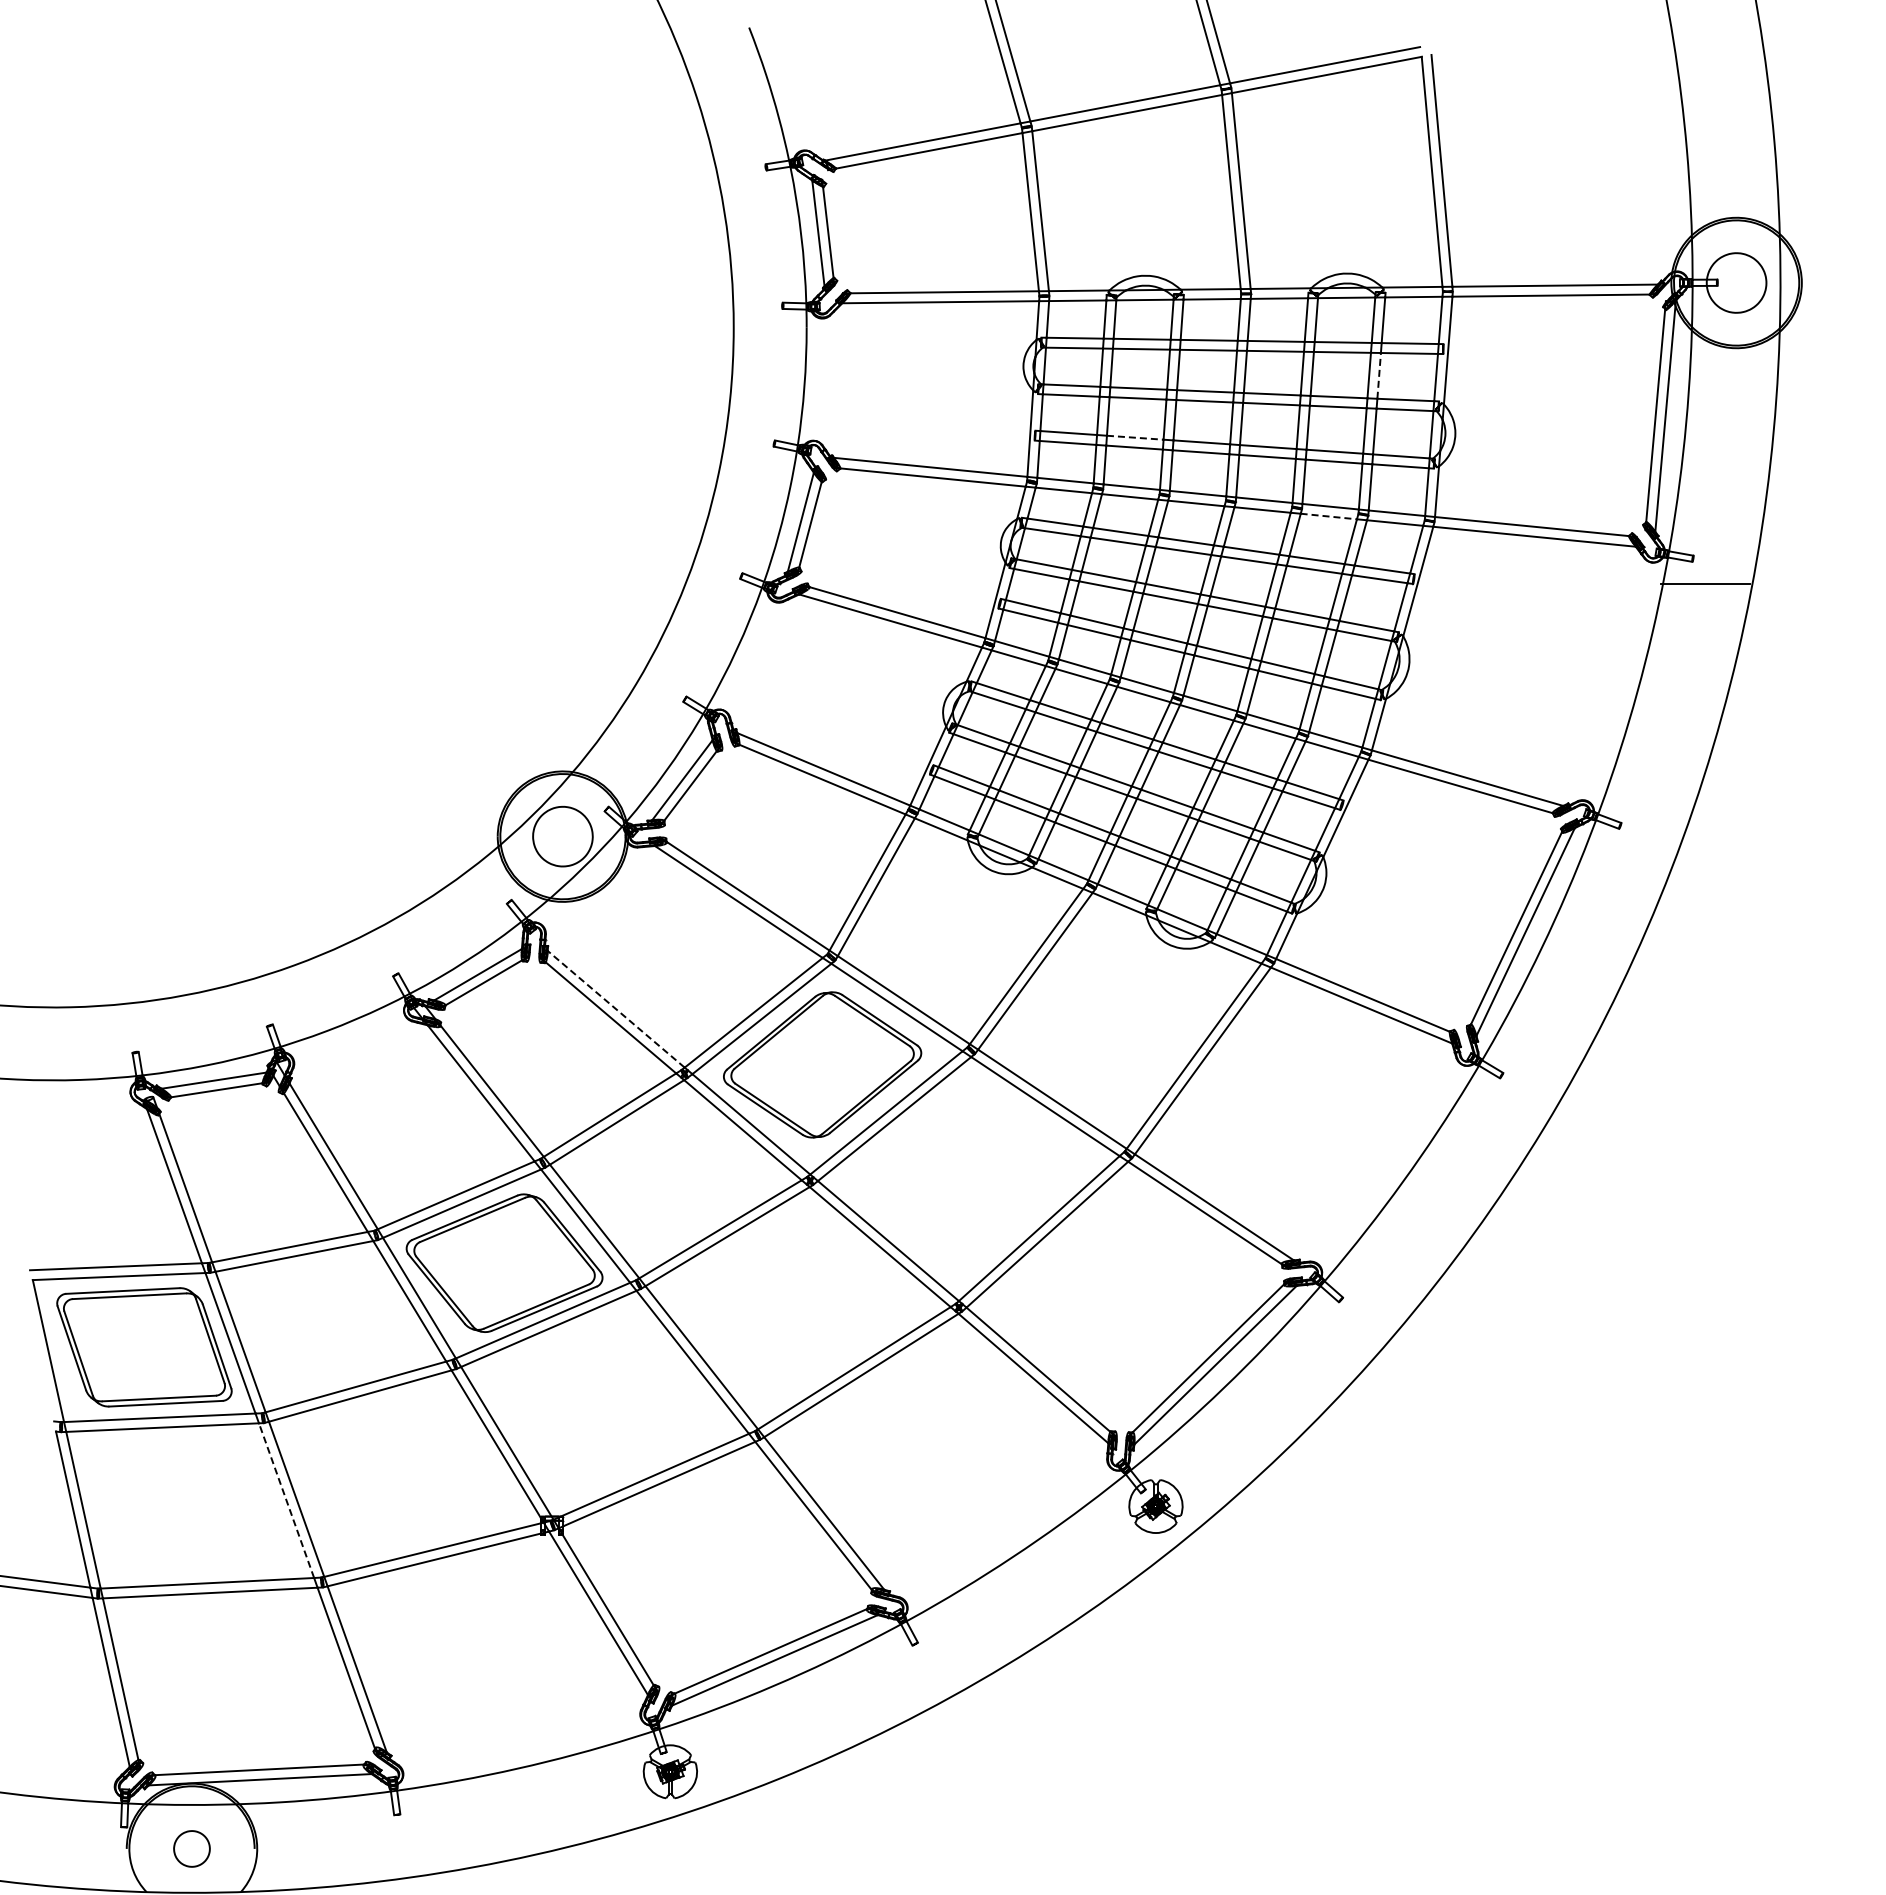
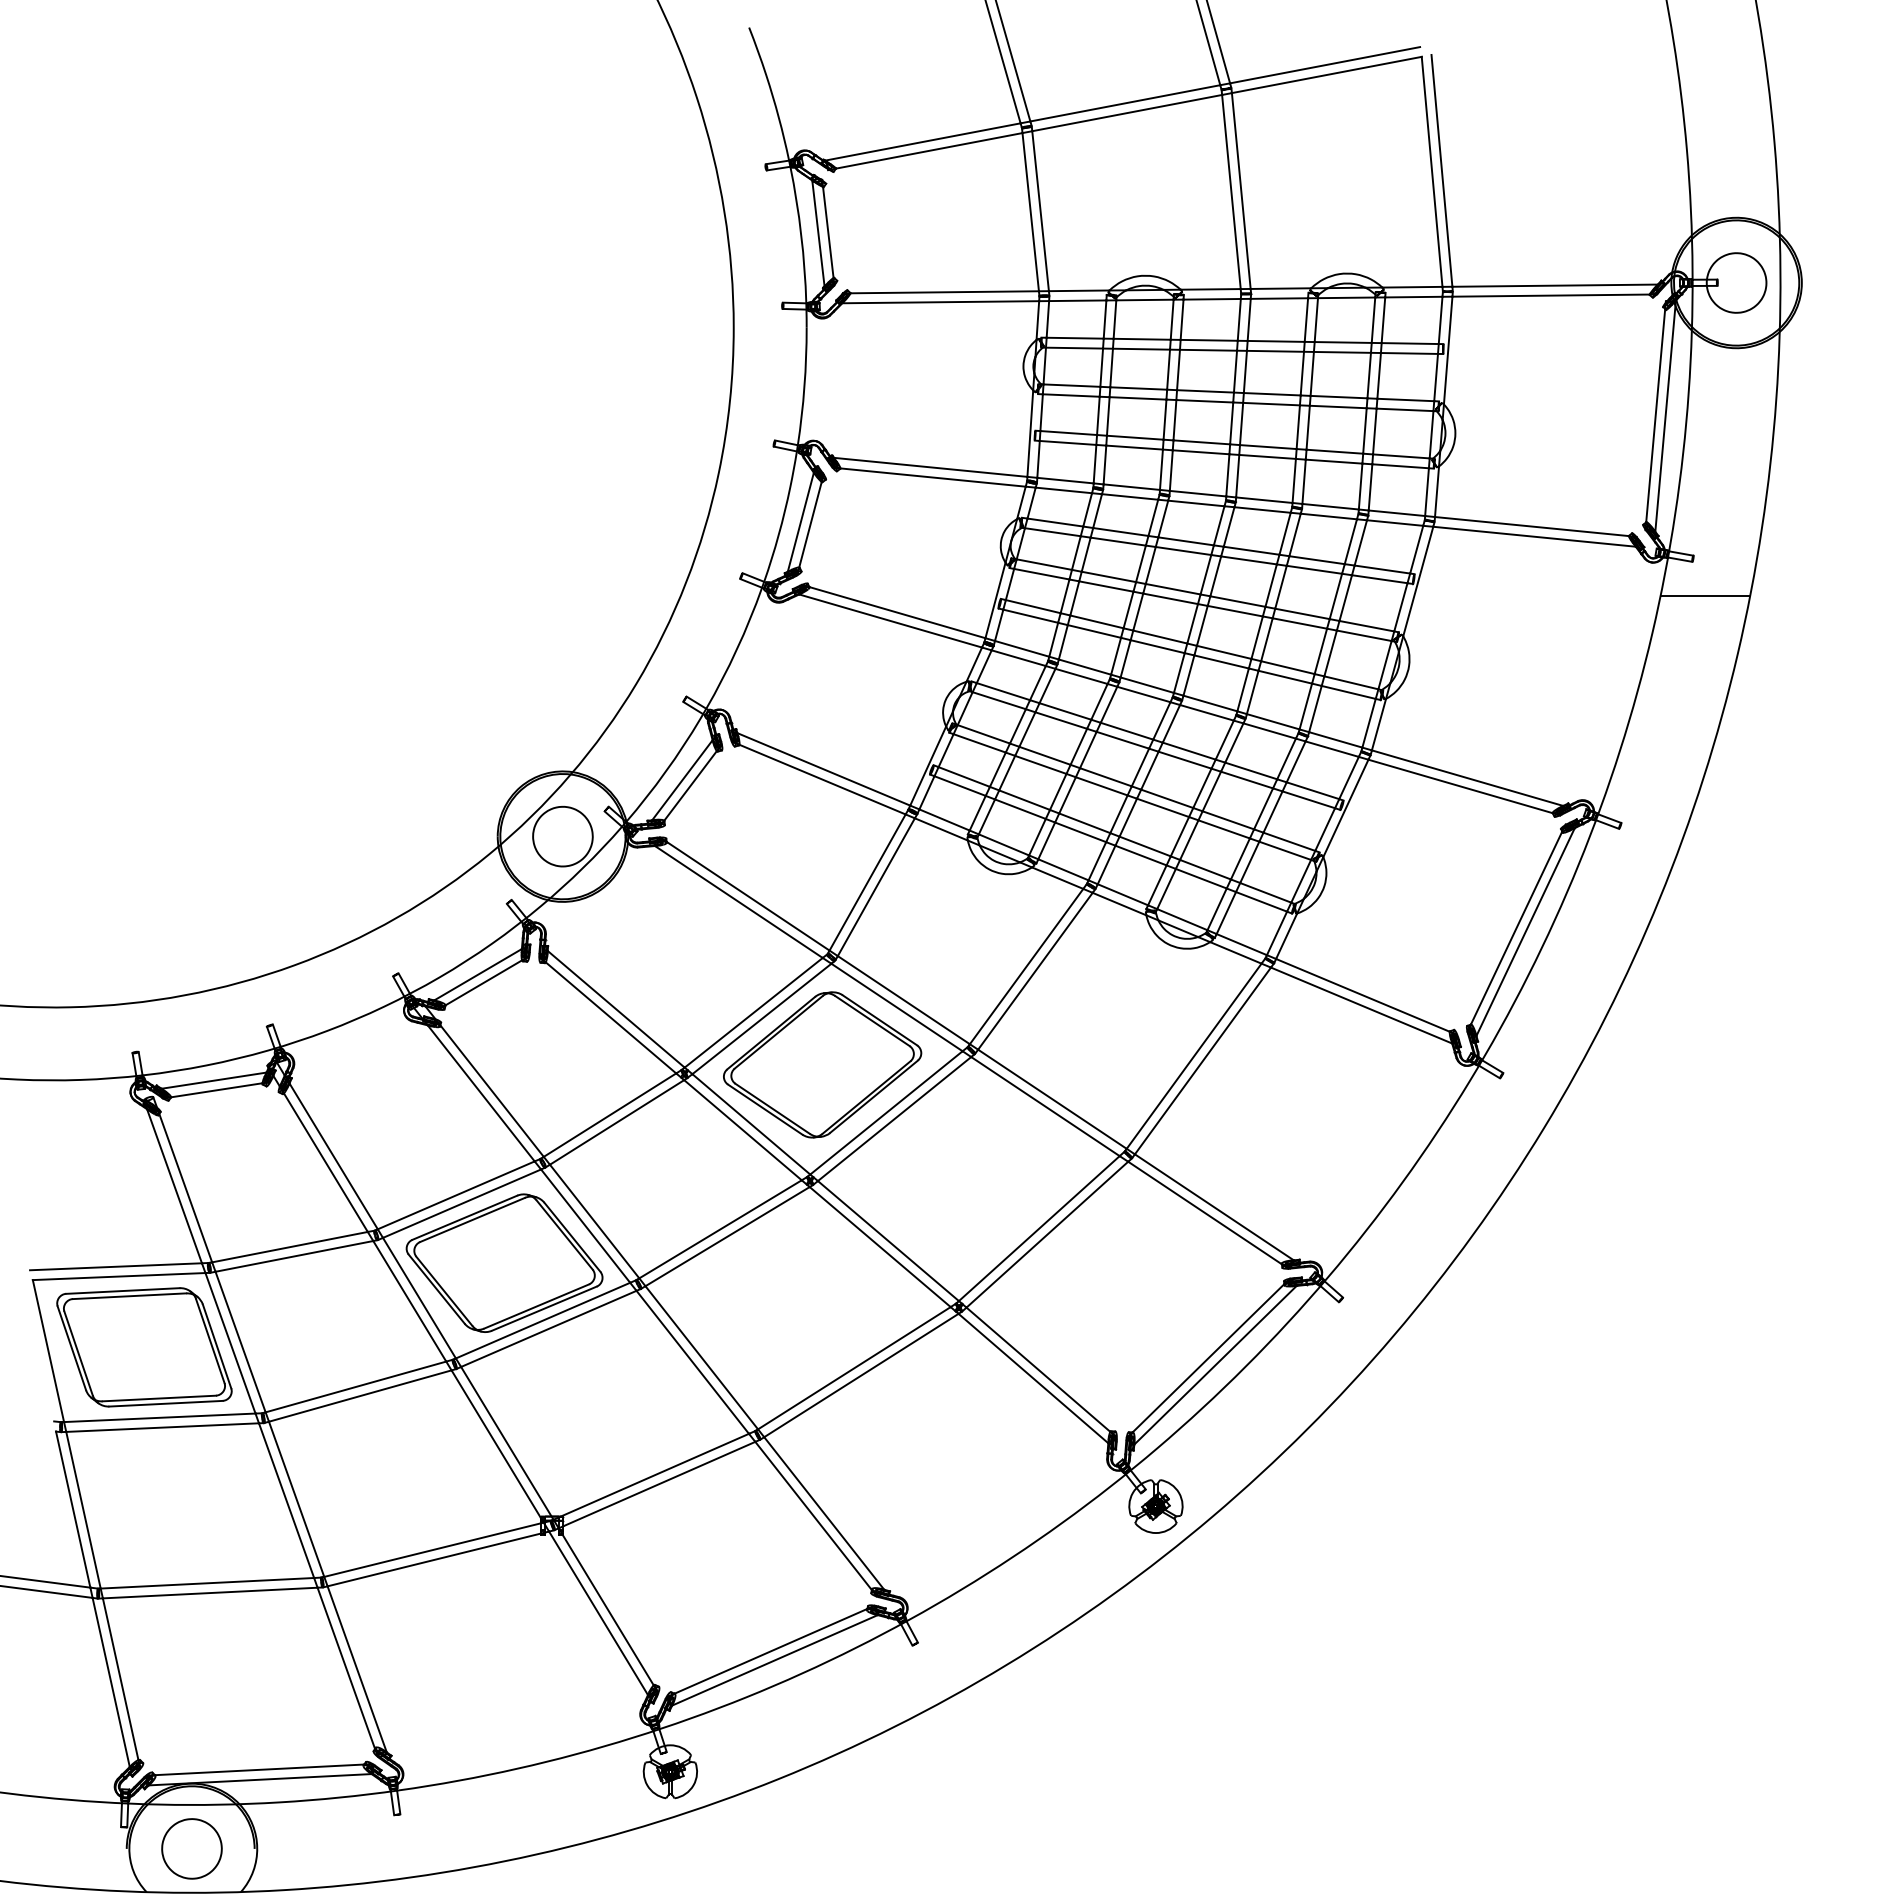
line at (1379, 375): dashed -> solid
line at (1135, 437): dashed -> solid
line at (1329, 516): dashed -> solid
line at (1705, 584) position: (1705, 584) -> (1705, 596)
line at (615, 1008): dashed -> solid
line at (286, 1500): dashed -> solid
part at (191, 1848) size: 38x38 px -> 62x62 px
